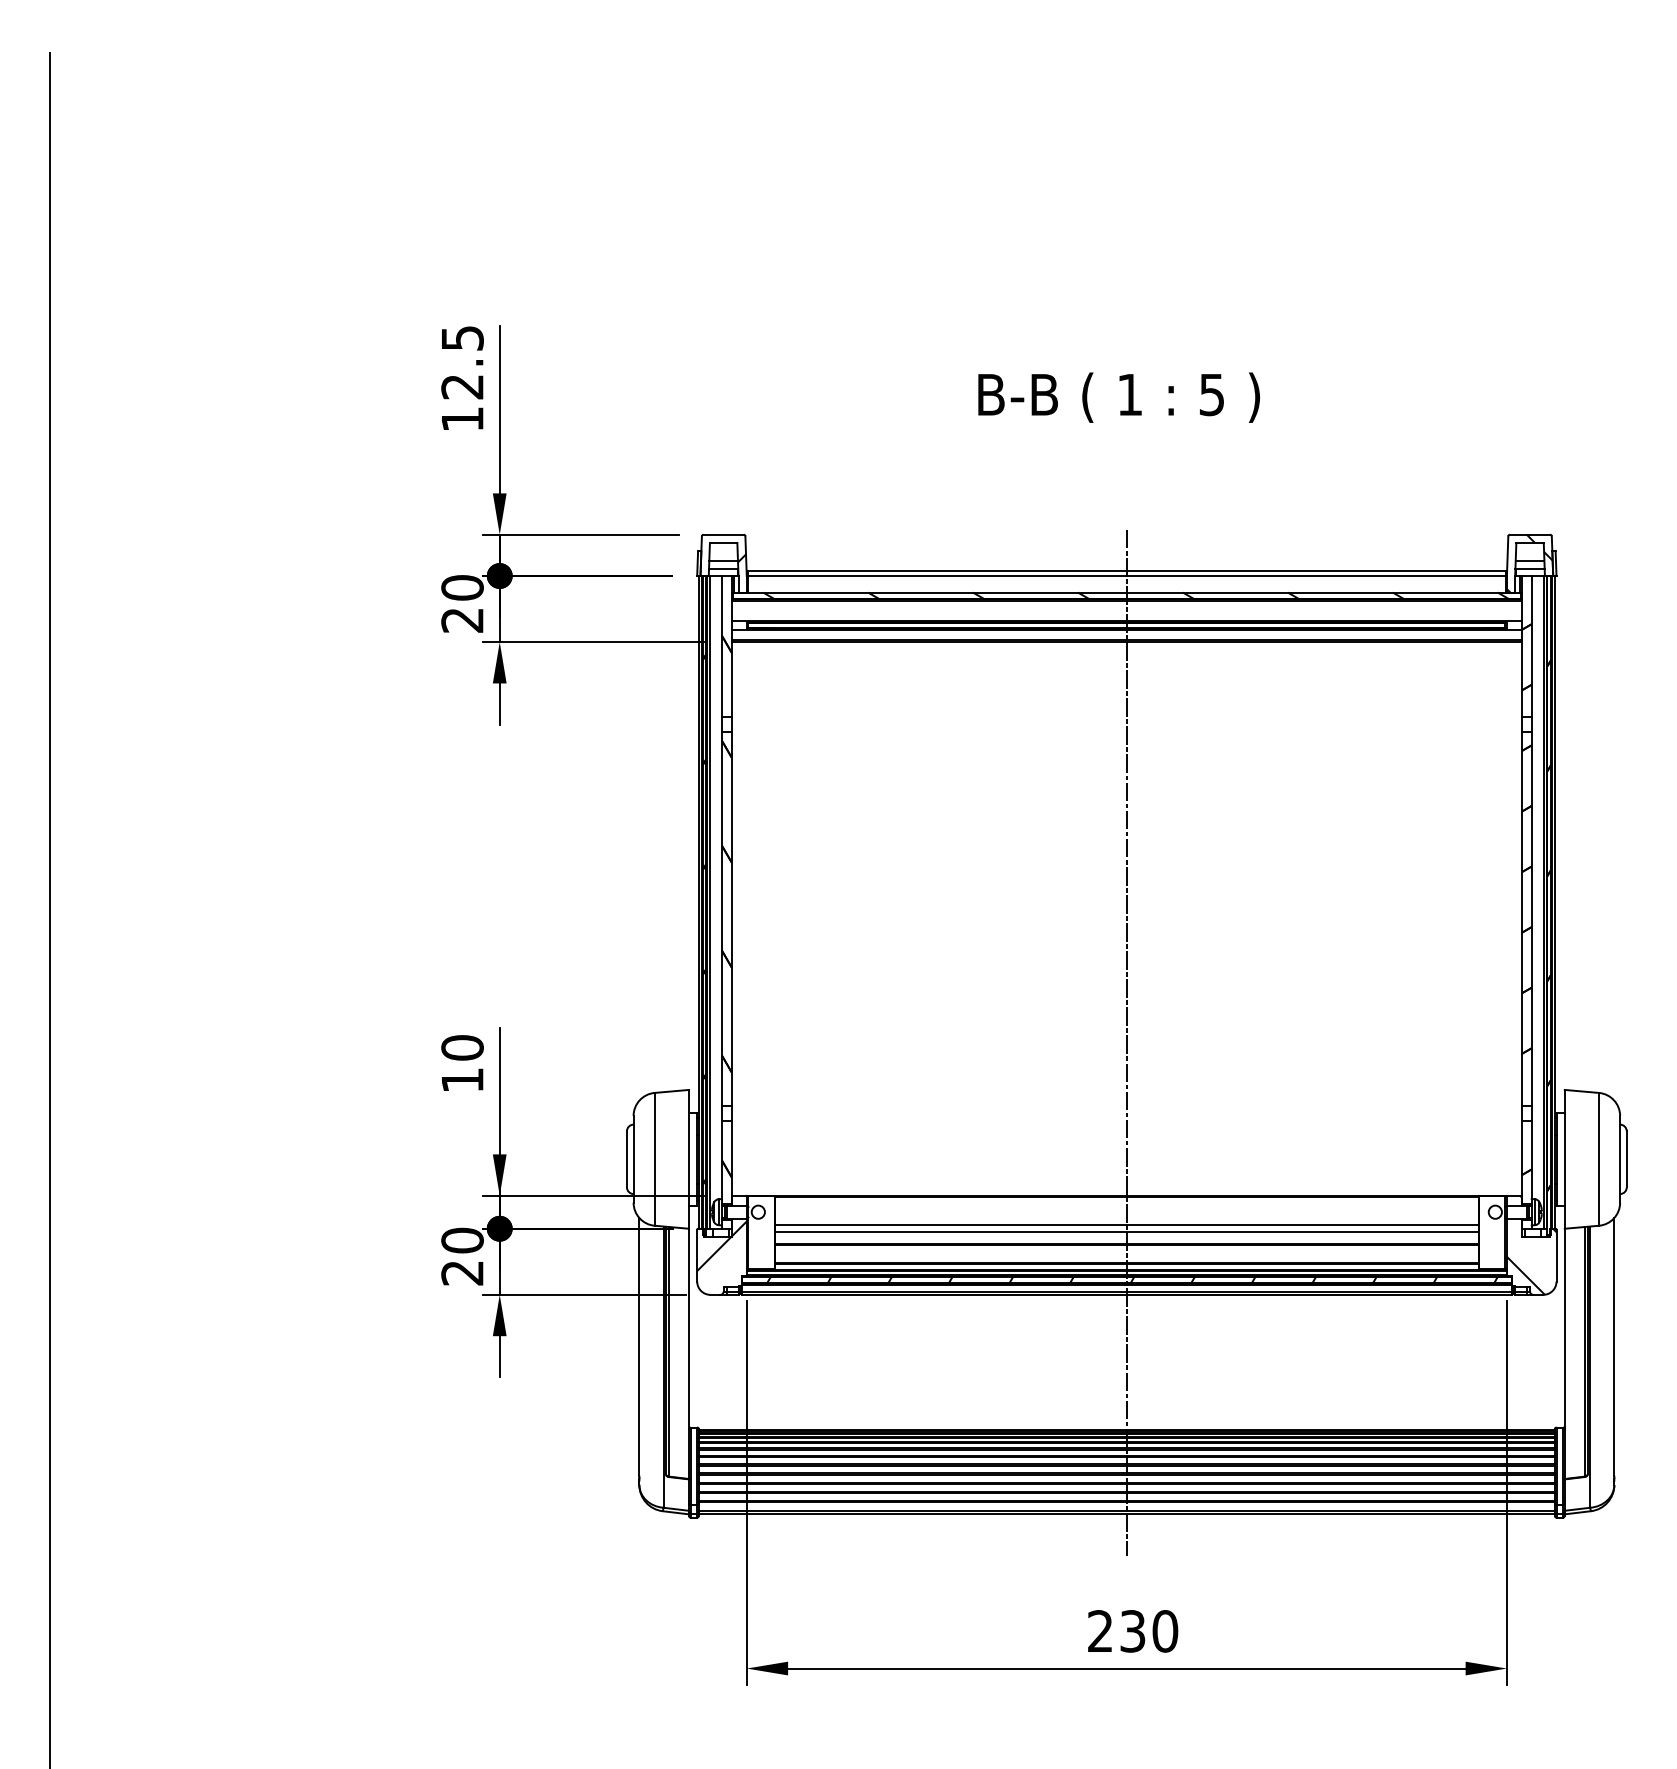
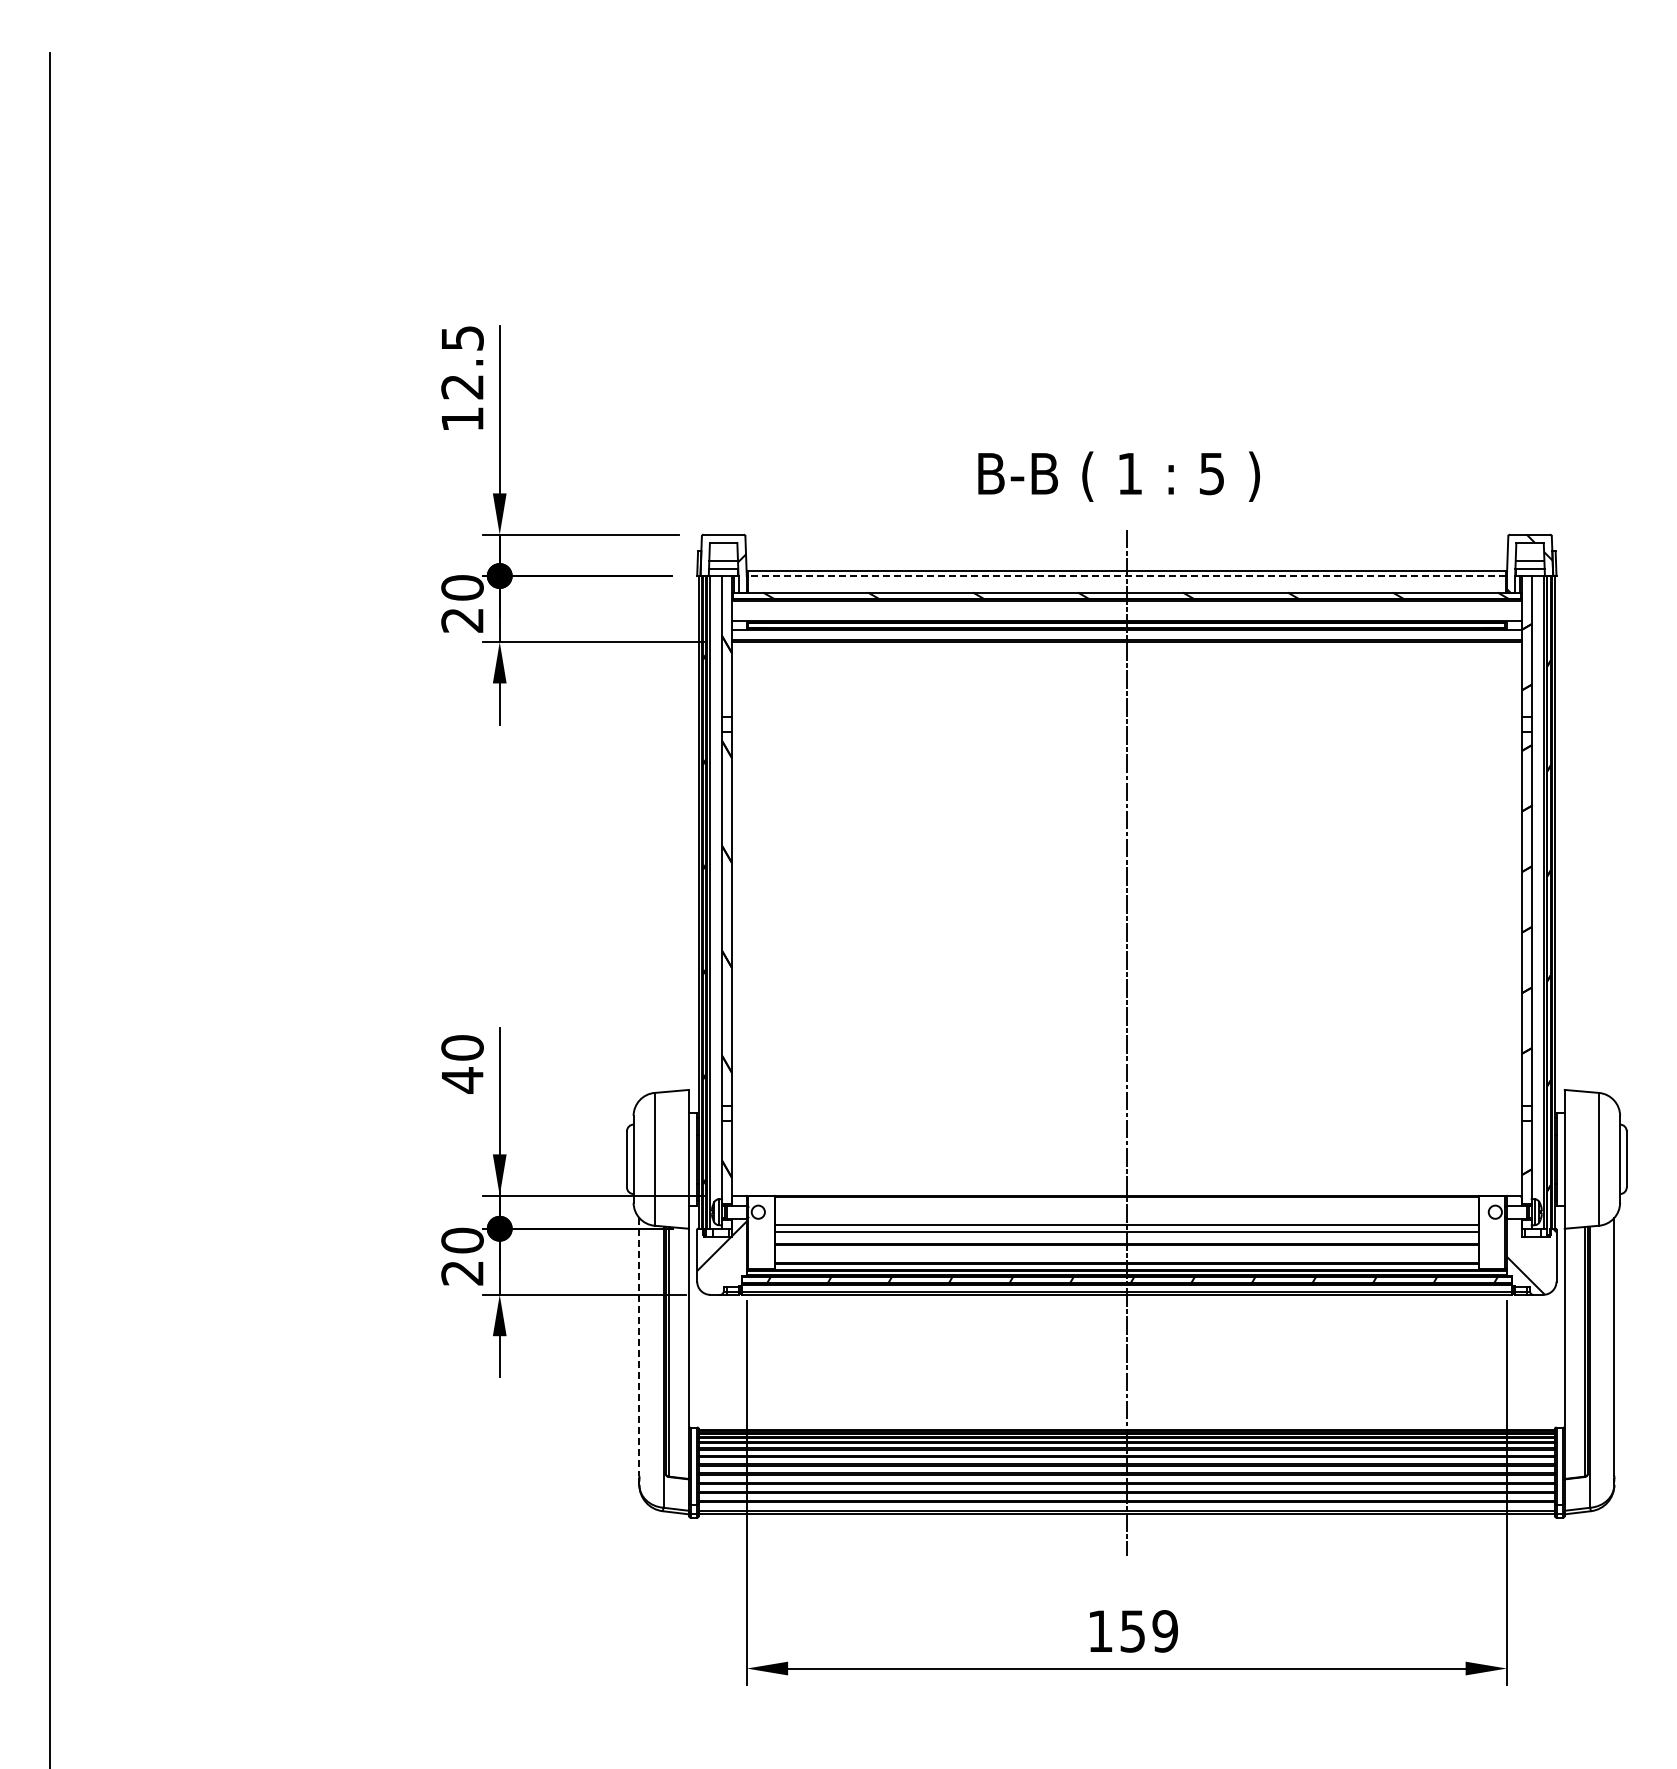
text at (1118, 397) position: (1118, 397) -> (1118, 476)
line at (1126, 576): solid -> dashed
text at (462, 1080): 10 -> 40
line at (639, 1346): solid -> dashed
text at (1133, 1631): 230 -> 159
